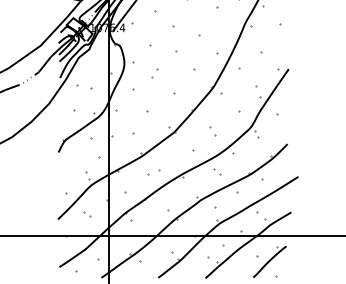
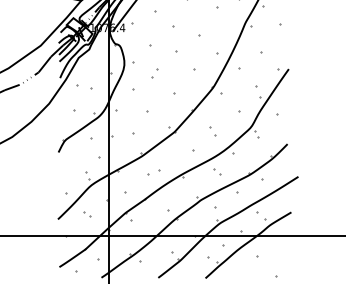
part at (269, 261): present -> none
